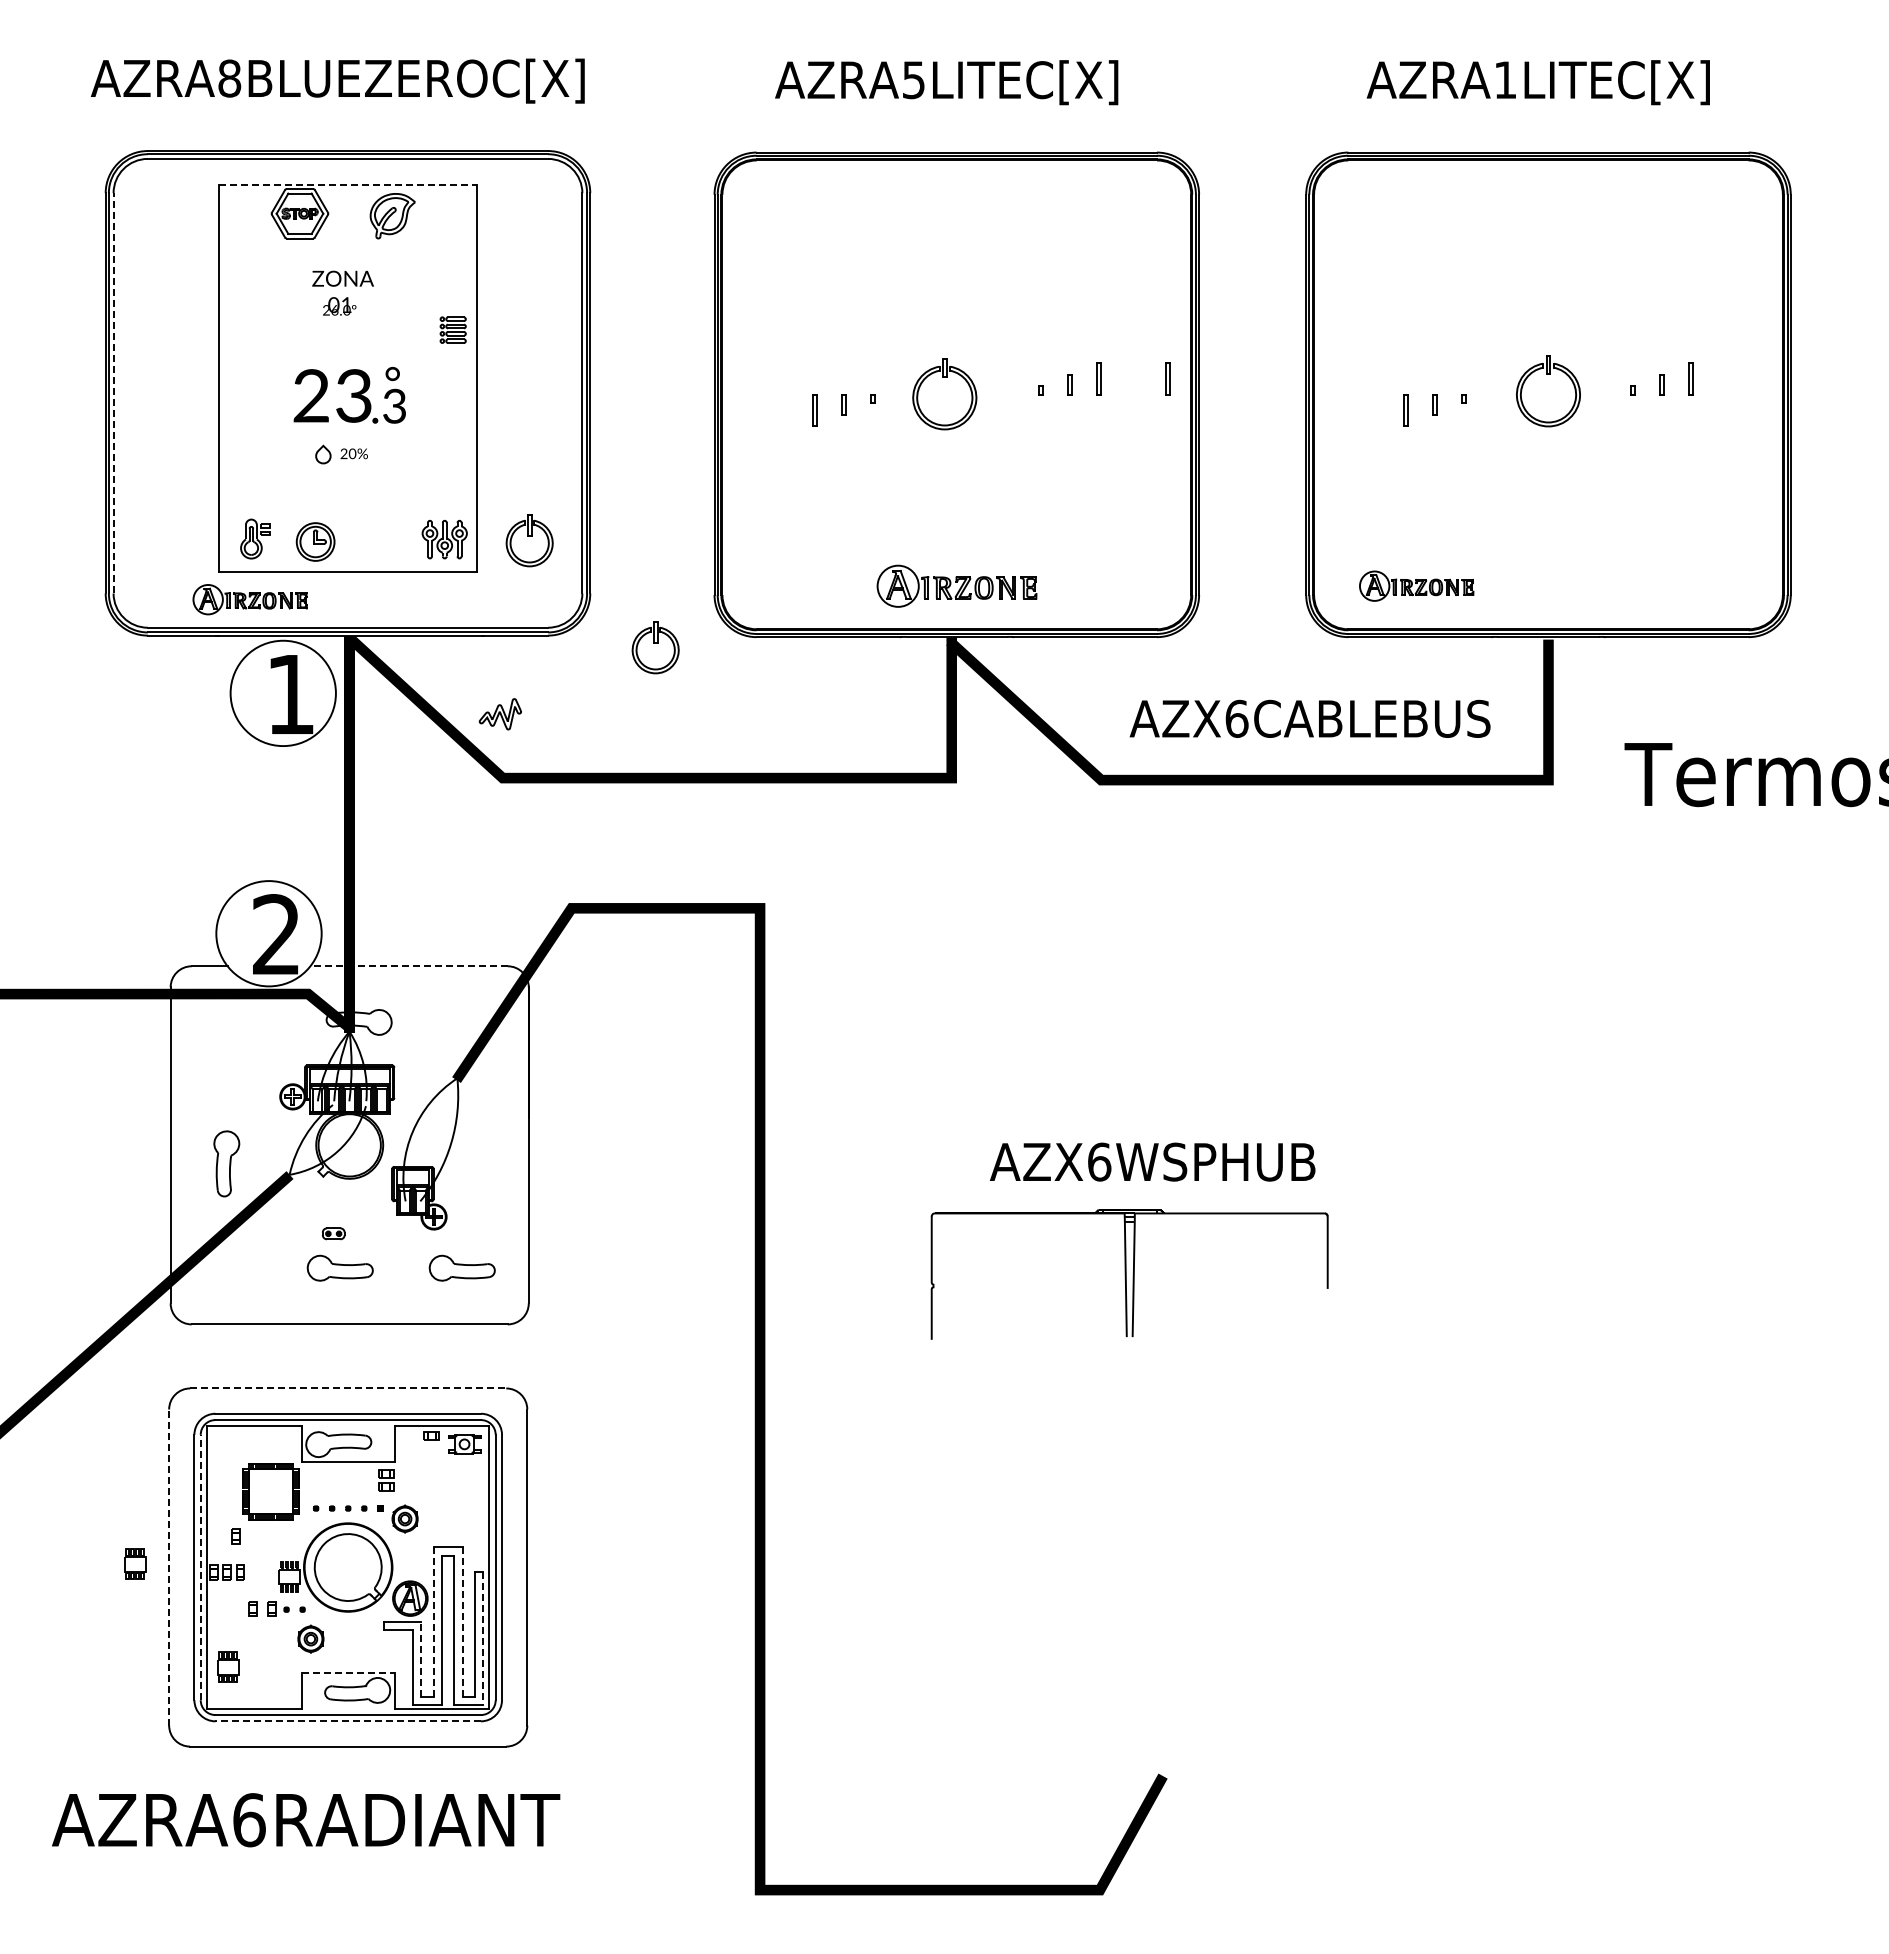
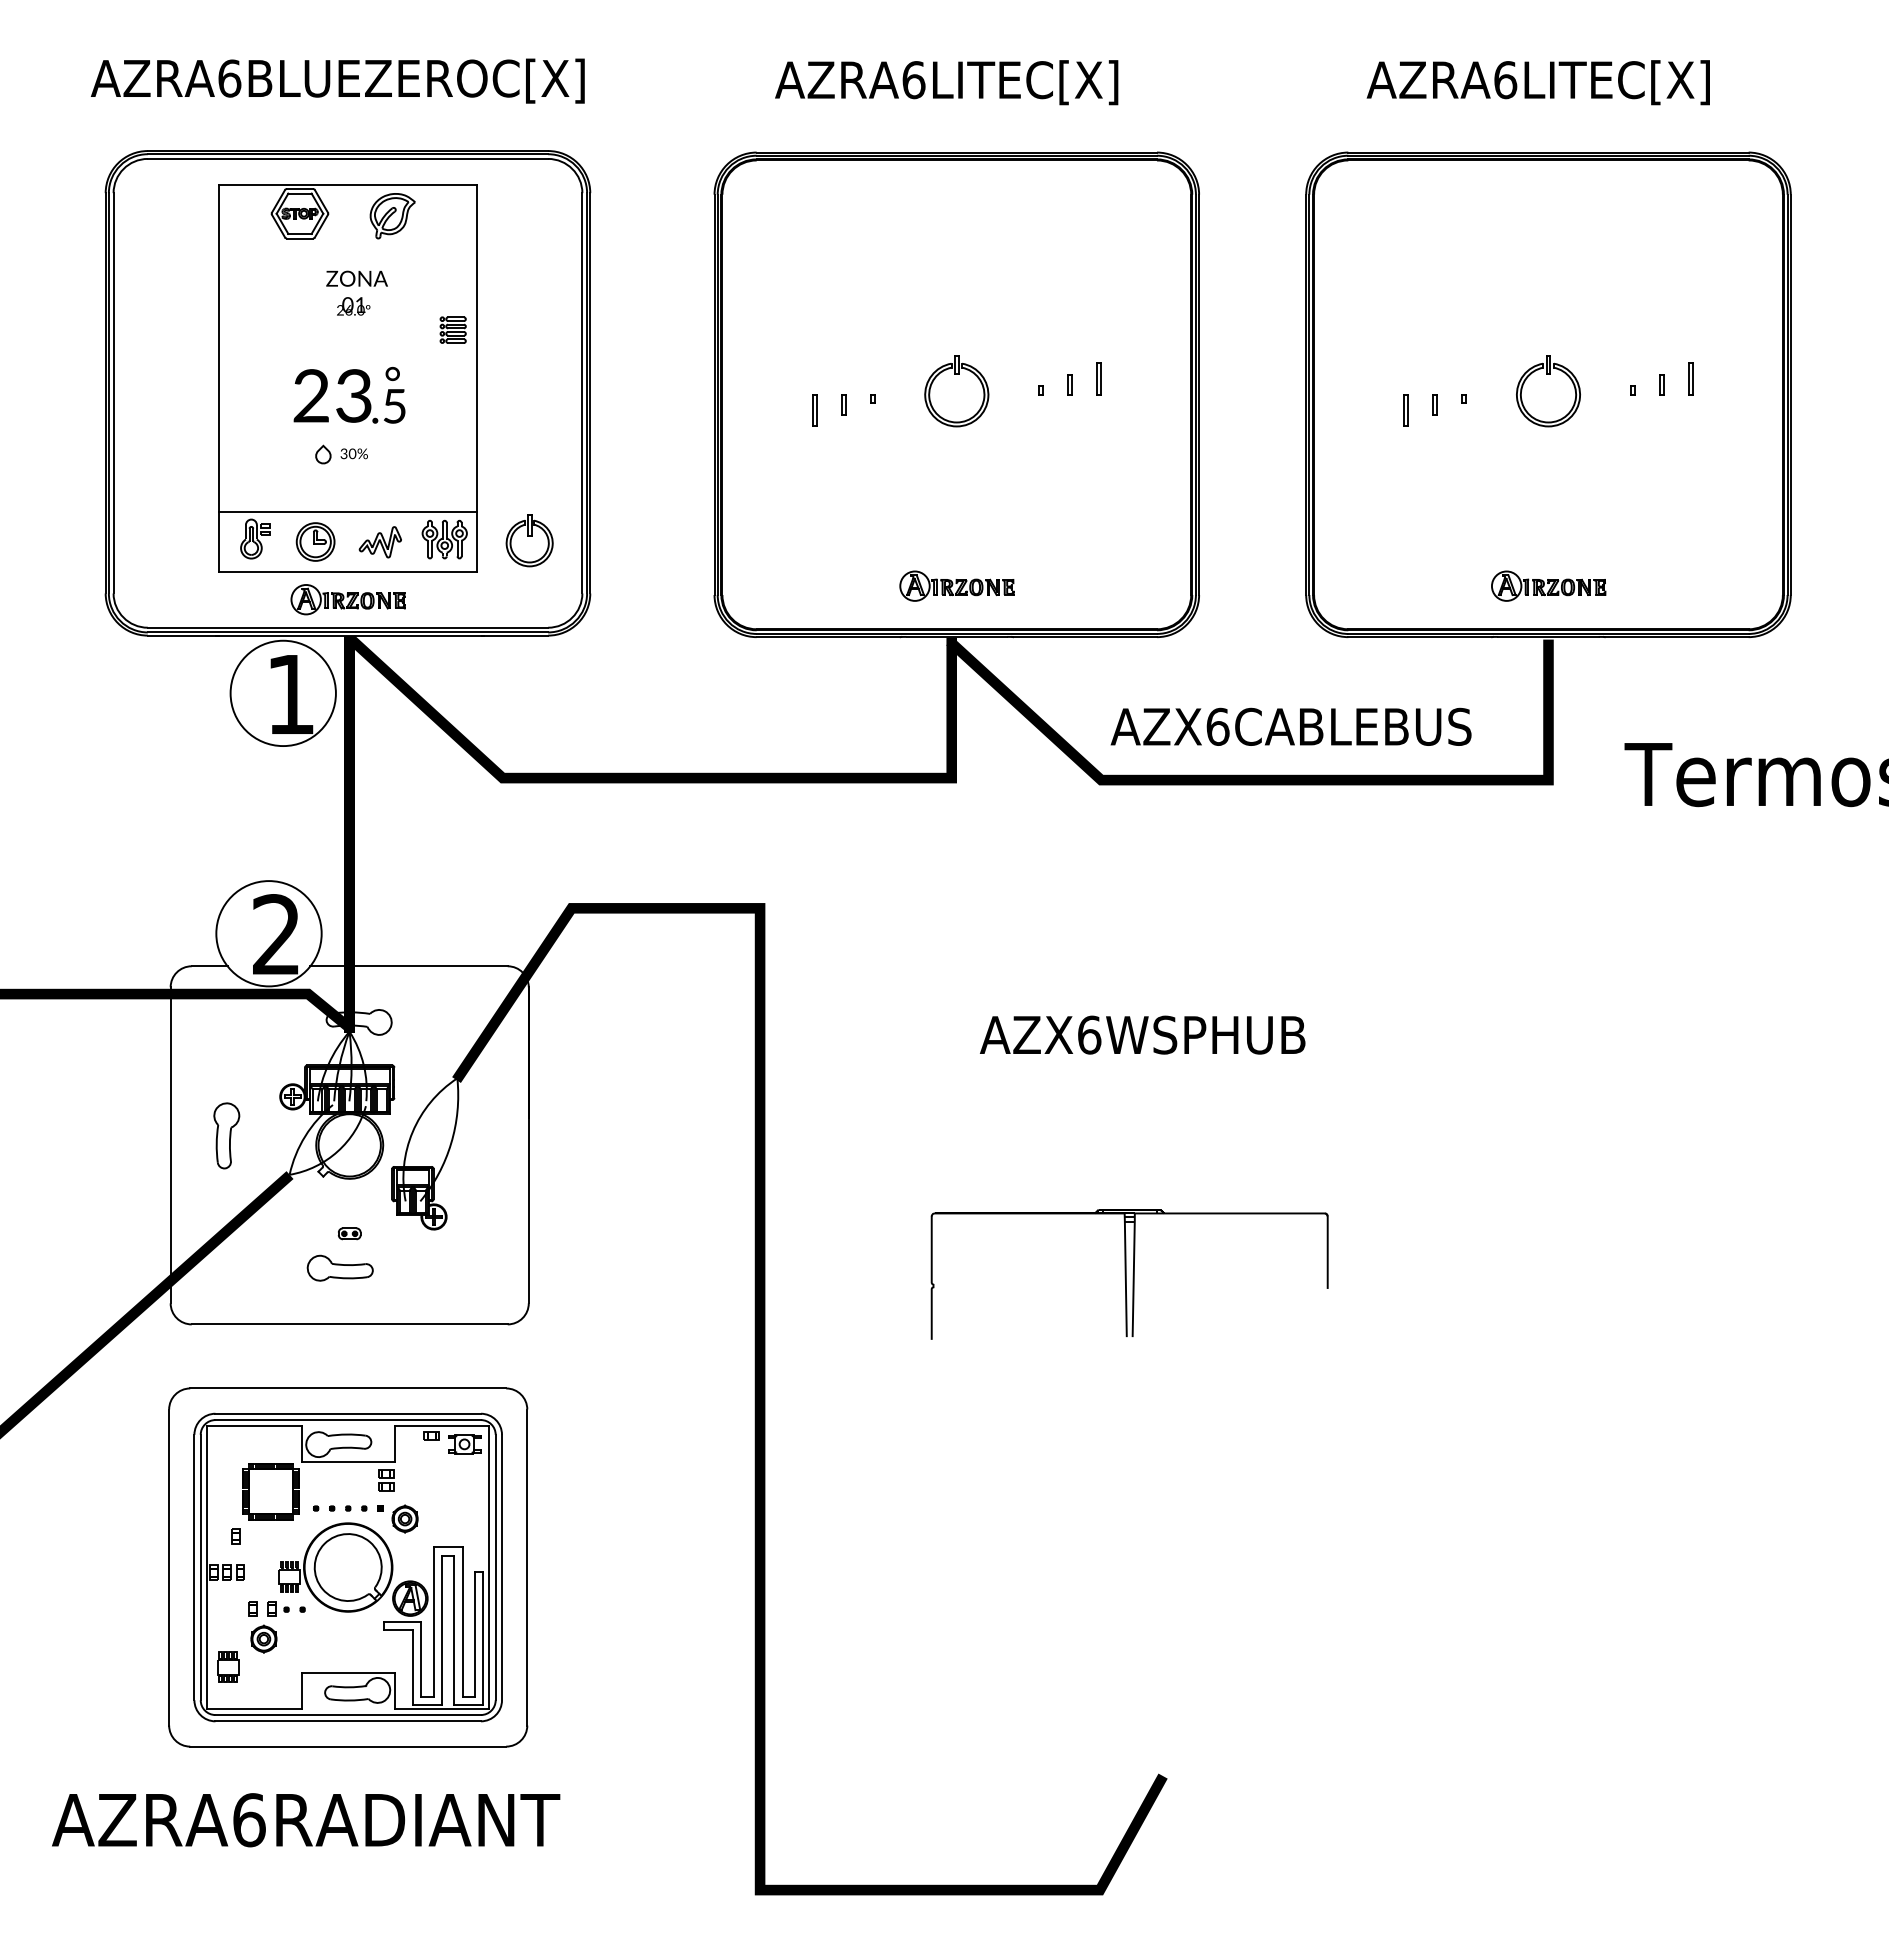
text at (229, 78): AZRA8BLUEZEROC[X] -> AZRA6BLUEZEROC[X]
text at (913, 80): AZRA5LITEC[X] -> AZRA6LITEC[X]
text at (1505, 80): AZRA1LITEC[X] -> AZRA6LITEC[X]
line at (348, 185): dashed -> solid
text at (342, 292) position: (342, 292) -> (356, 292)
part at (944, 377) position: (944, 377) -> (956, 374)
part at (1167, 378): present -> none
line at (113, 392): dashed -> solid
text at (394, 405): .3 -> .5
text at (343, 455): 20% -> 30%
line at (347, 512): none -> present
part at (956, 585) size: 162x44 px -> 116x32 px
part at (1416, 585) position: (1416, 585) -> (1548, 585)
part at (249, 599) position: (249, 599) -> (347, 599)
part at (655, 647): present -> none
part at (499, 714) position: (499, 714) -> (379, 542)
text at (1309, 718) position: (1309, 718) -> (1290, 726)
line at (409, 966): dashed -> solid
text at (1152, 1161) position: (1152, 1161) -> (1142, 1034)
part at (226, 1163) position: (226, 1163) -> (226, 1135)
part at (333, 1233) position: (333, 1233) -> (349, 1233)
part at (461, 1267): present -> none
line at (348, 1388): dashed -> solid
part at (135, 1563): present -> none
line at (169, 1567): dashed -> solid
line at (200, 1567): dashed -> solid
line at (433, 1622): dashed -> solid
line at (462, 1622): dashed -> solid
part at (310, 1638) position: (310, 1638) -> (263, 1638)
line at (483, 1639): dashed -> solid
line at (421, 1658): dashed -> solid
line at (348, 1672): dashed -> solid
line at (348, 1721): dashed -> solid
